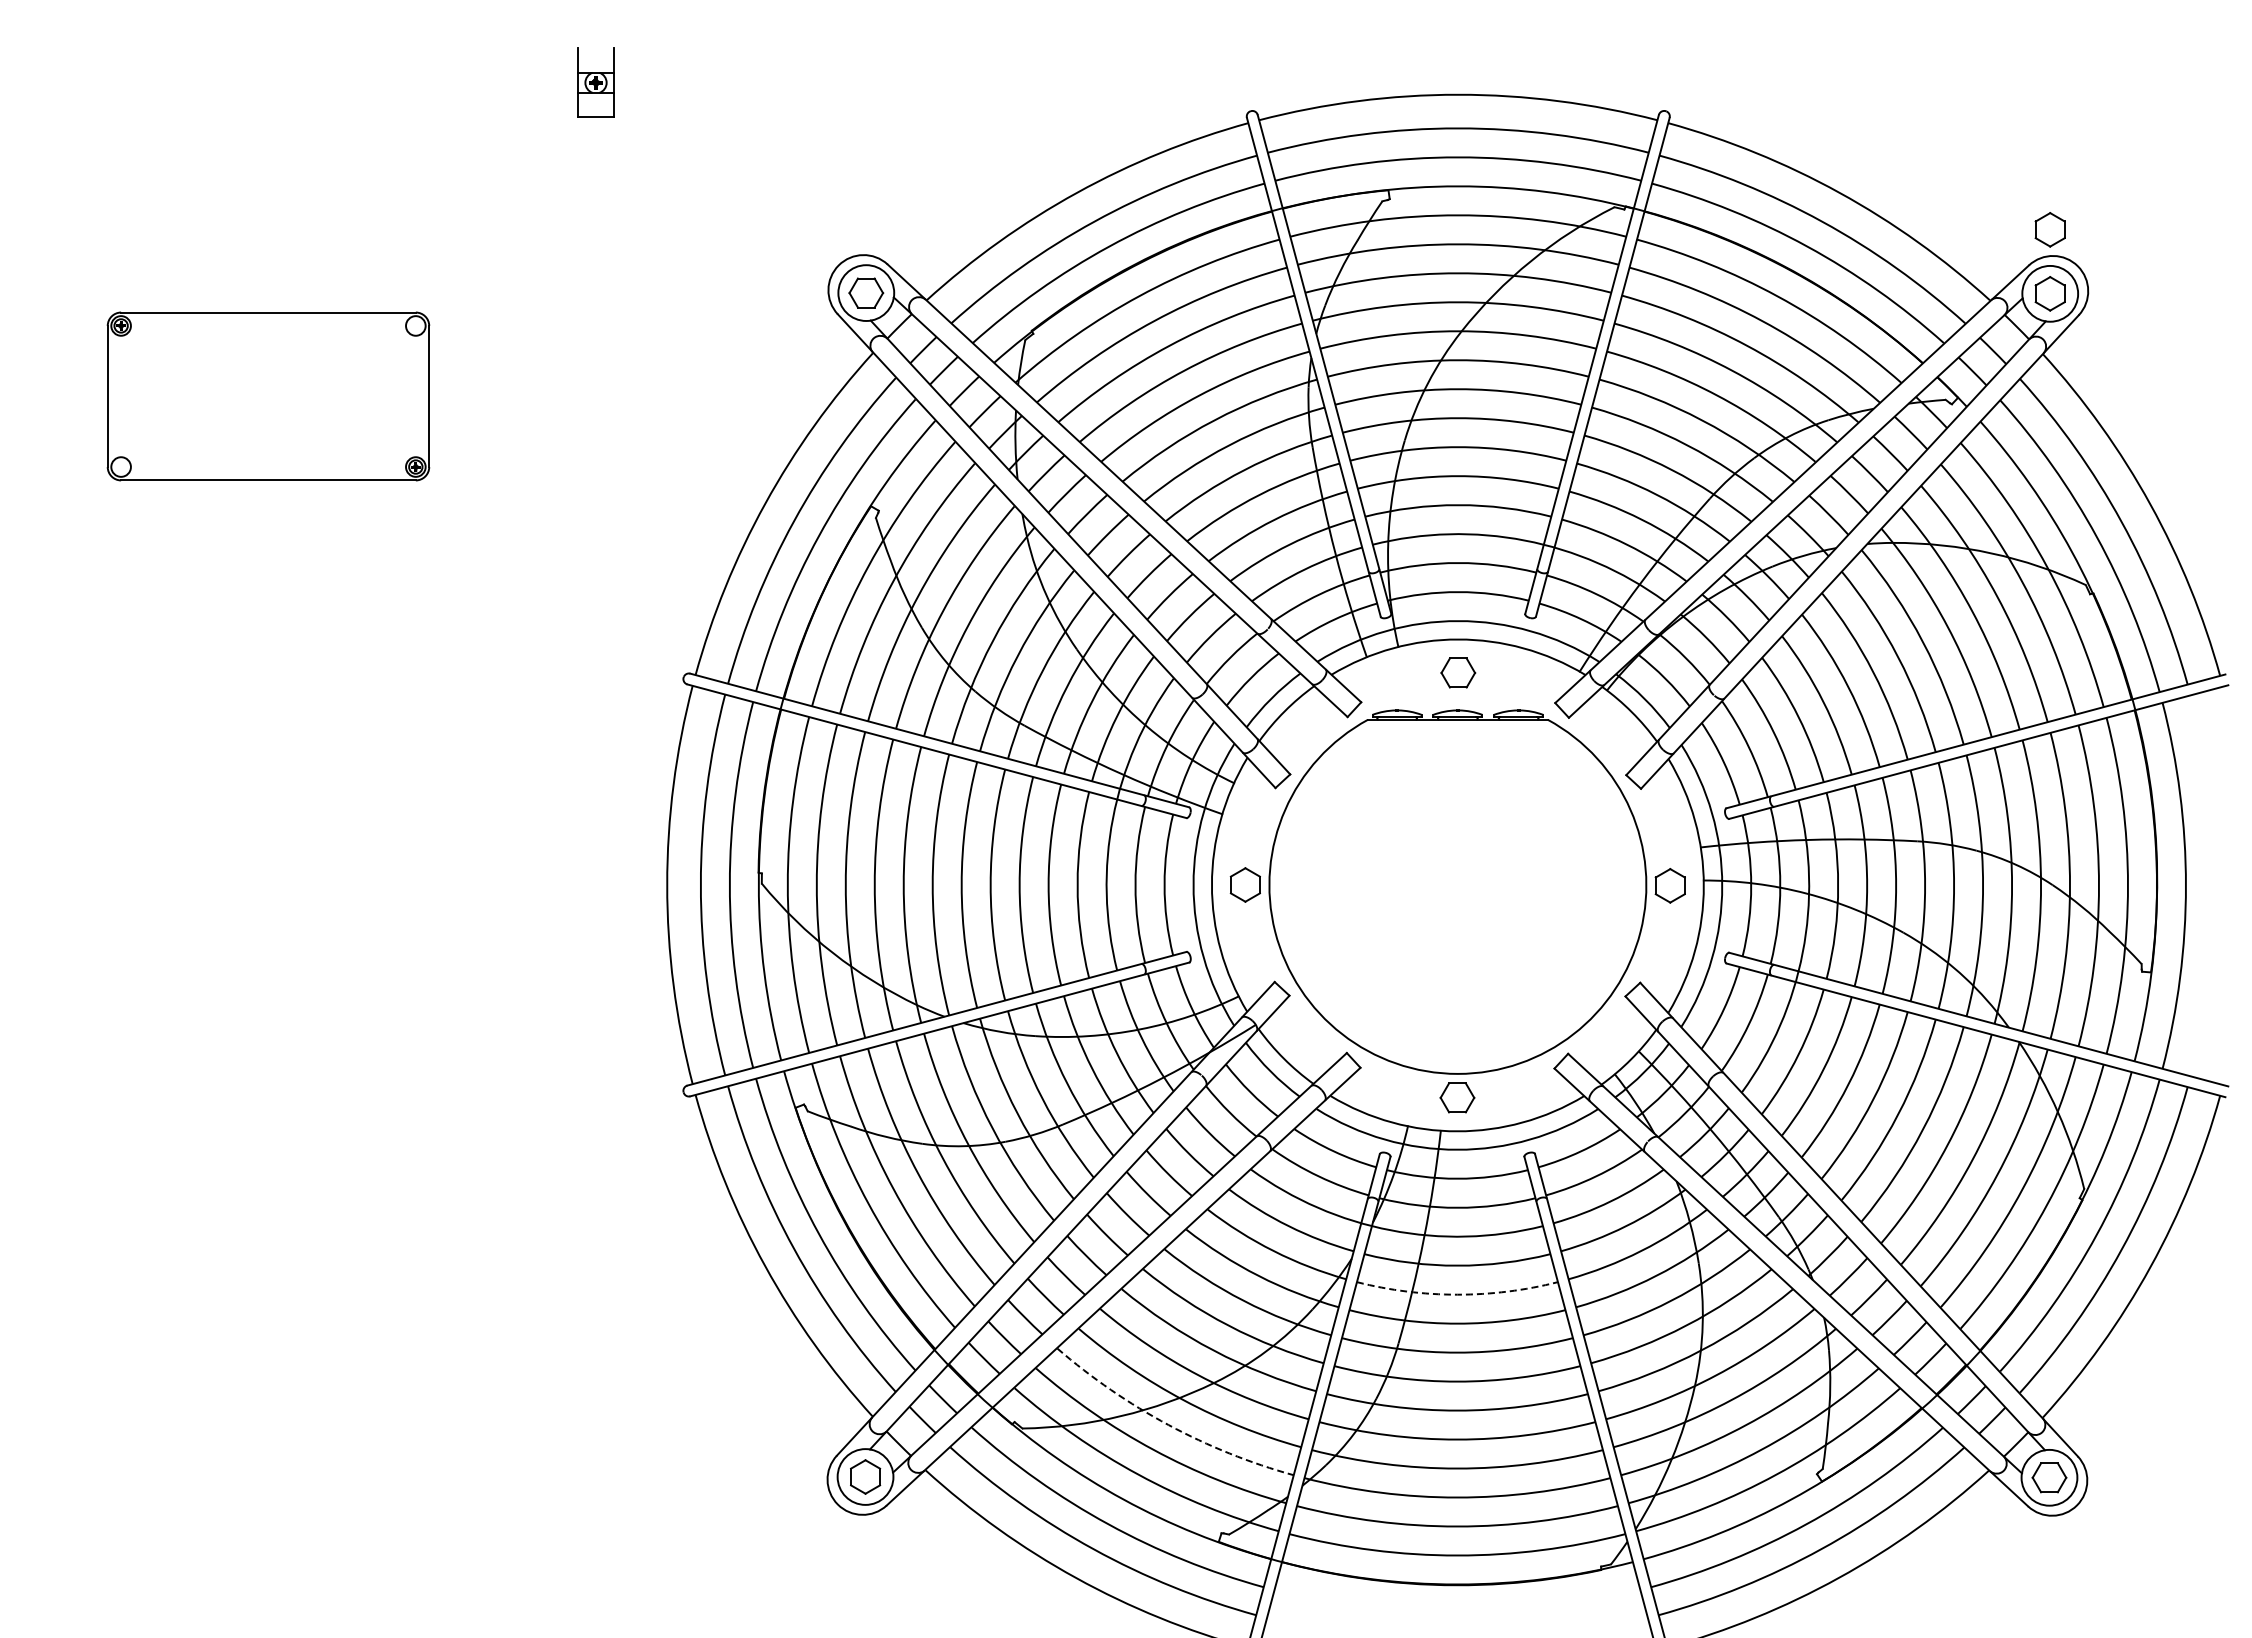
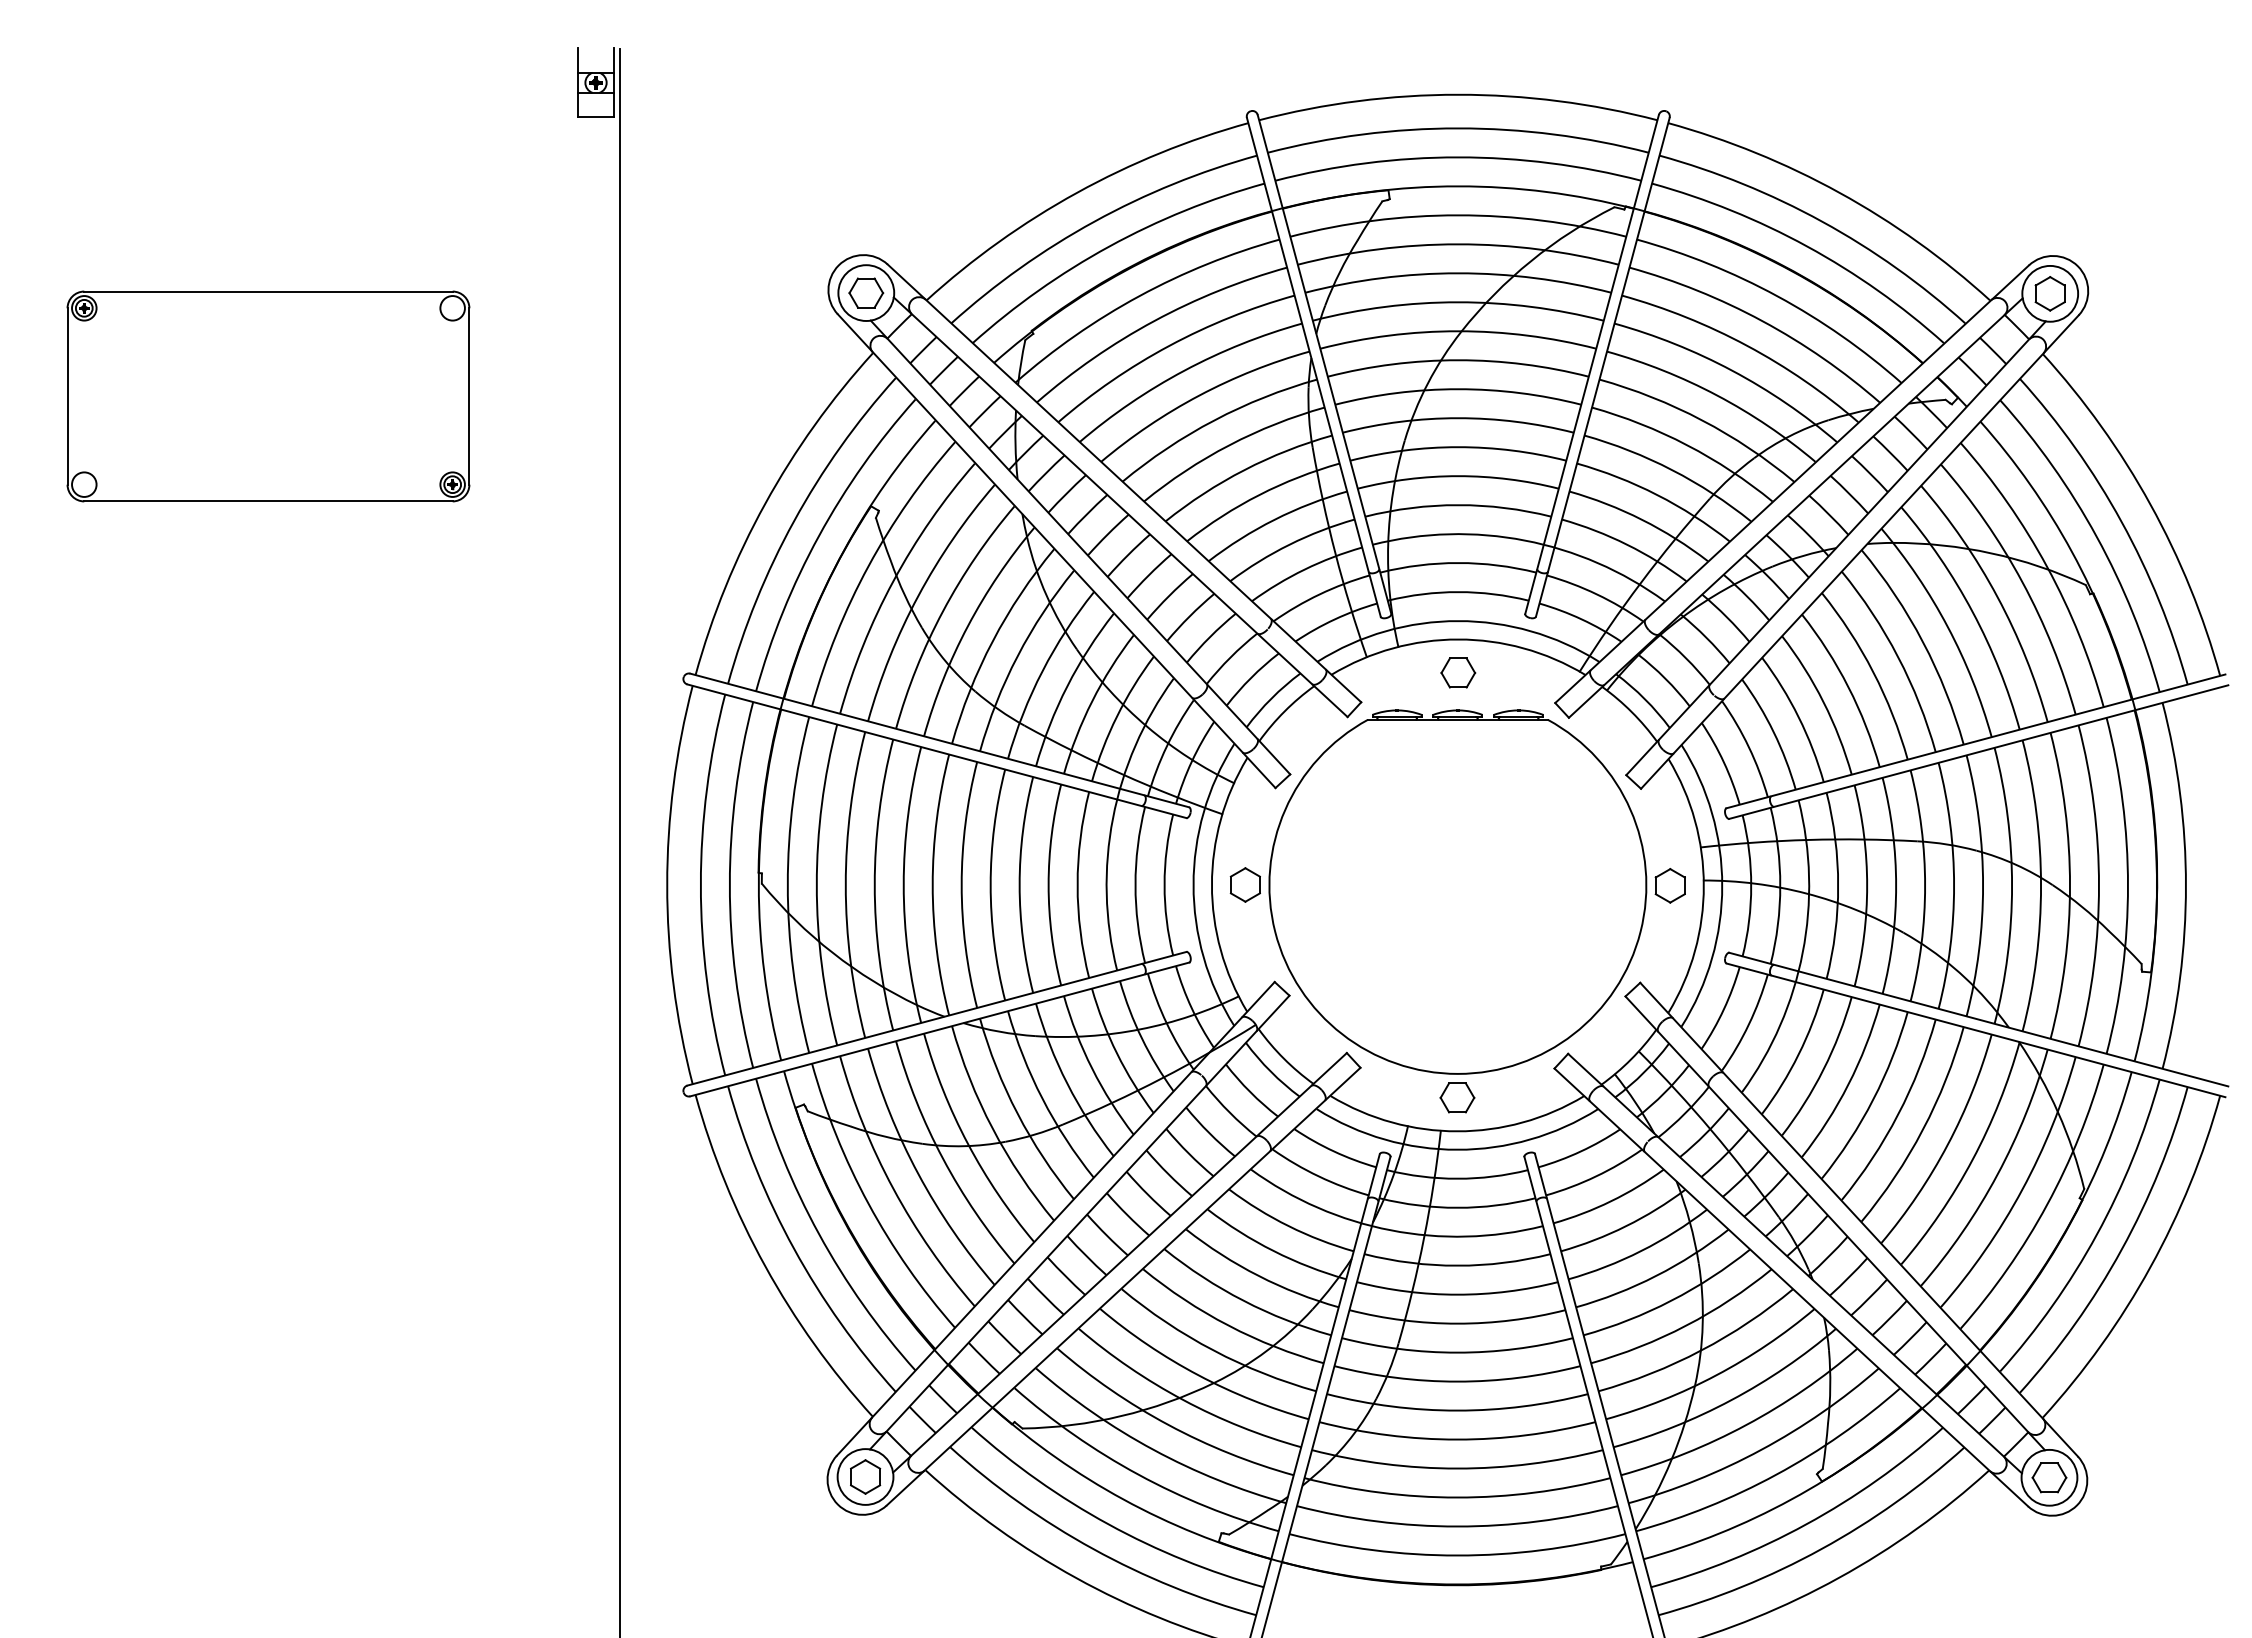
part at (2049, 229): present -> none
part at (268, 396) size: 325x171 px -> 405x213 px
line at (620, 841): none -> present
arc at (1457, 1294): dashed -> solid
arc at (1168, 1425): dashed -> solid
